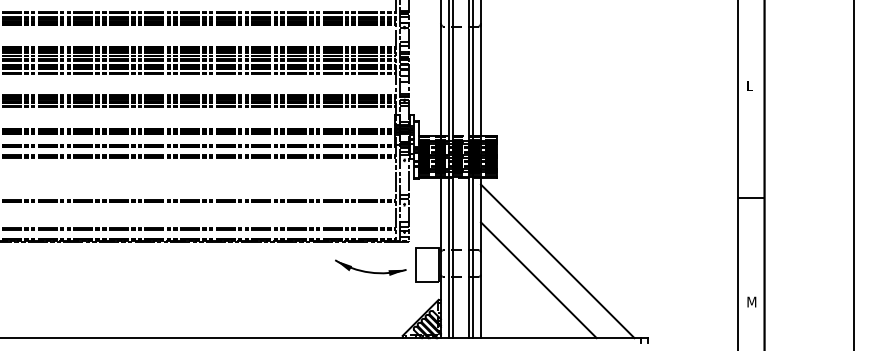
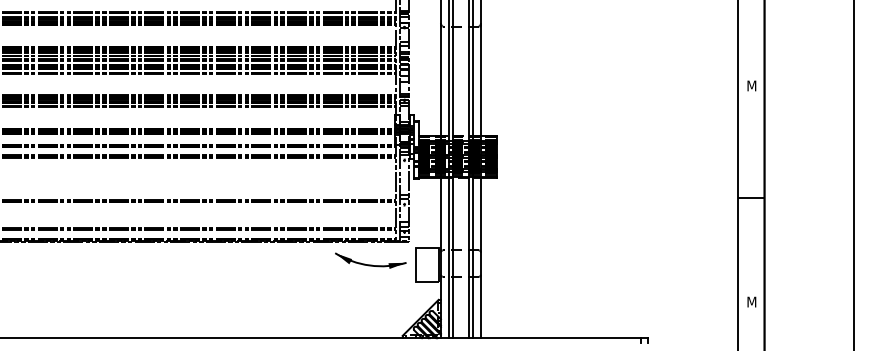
text at (751, 85): L -> M
line at (557, 261): present -> none
part at (370, 267) position: (370, 267) -> (370, 260)
line at (538, 280): present -> none
